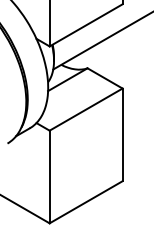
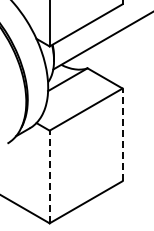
line at (122, 134): solid -> dashed
line at (49, 176): solid -> dashed
